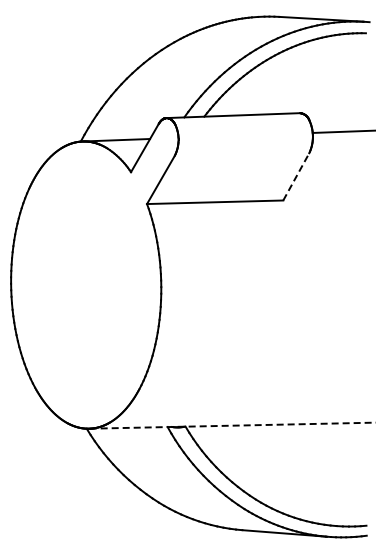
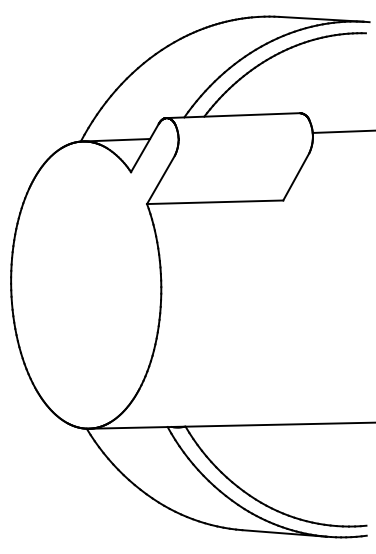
line at (296, 176): dashed -> solid
line at (233, 425): dashed -> solid
